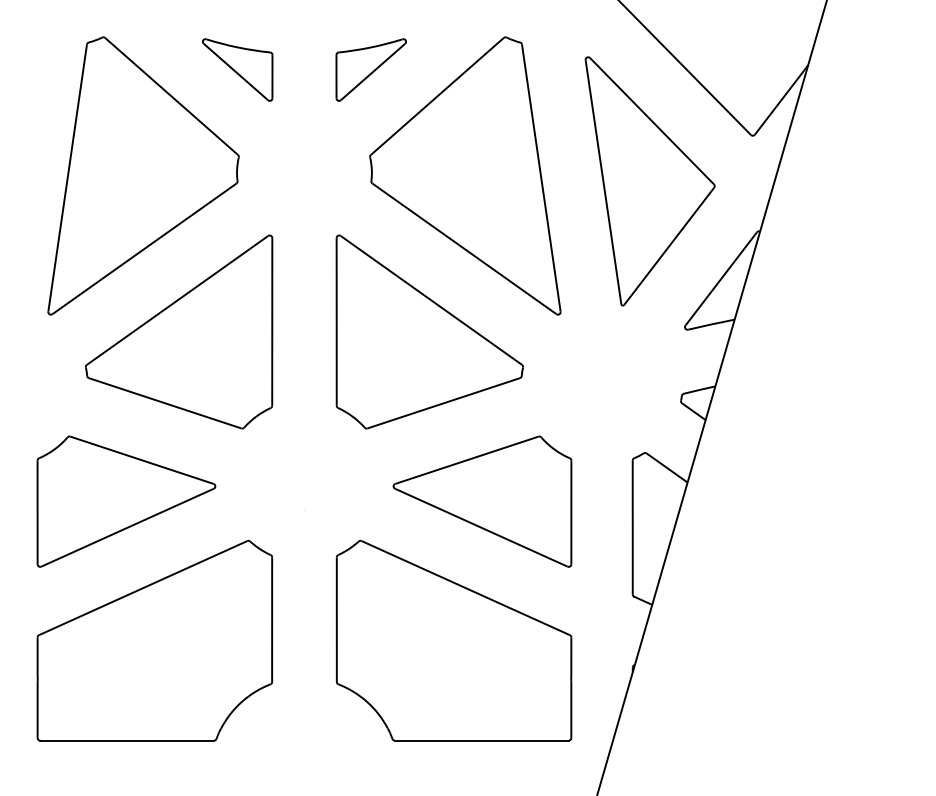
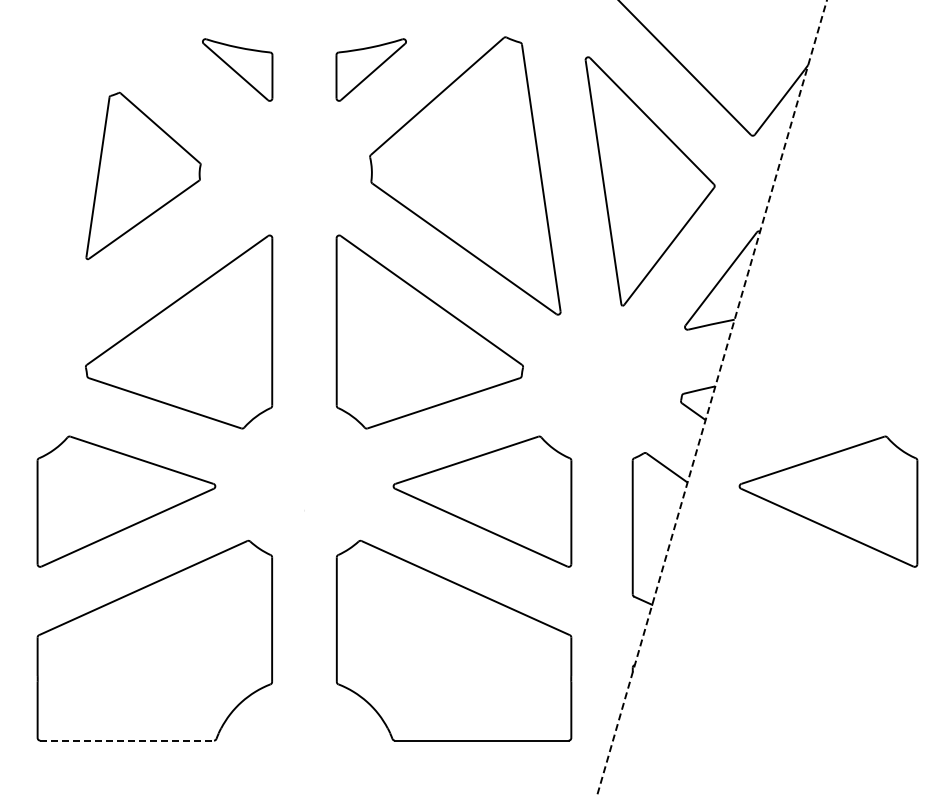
part at (143, 175) size: 193x280 px -> 117x169 px
line at (711, 398): solid -> dashed
part at (828, 501): none -> present
line at (127, 740): solid -> dashed
